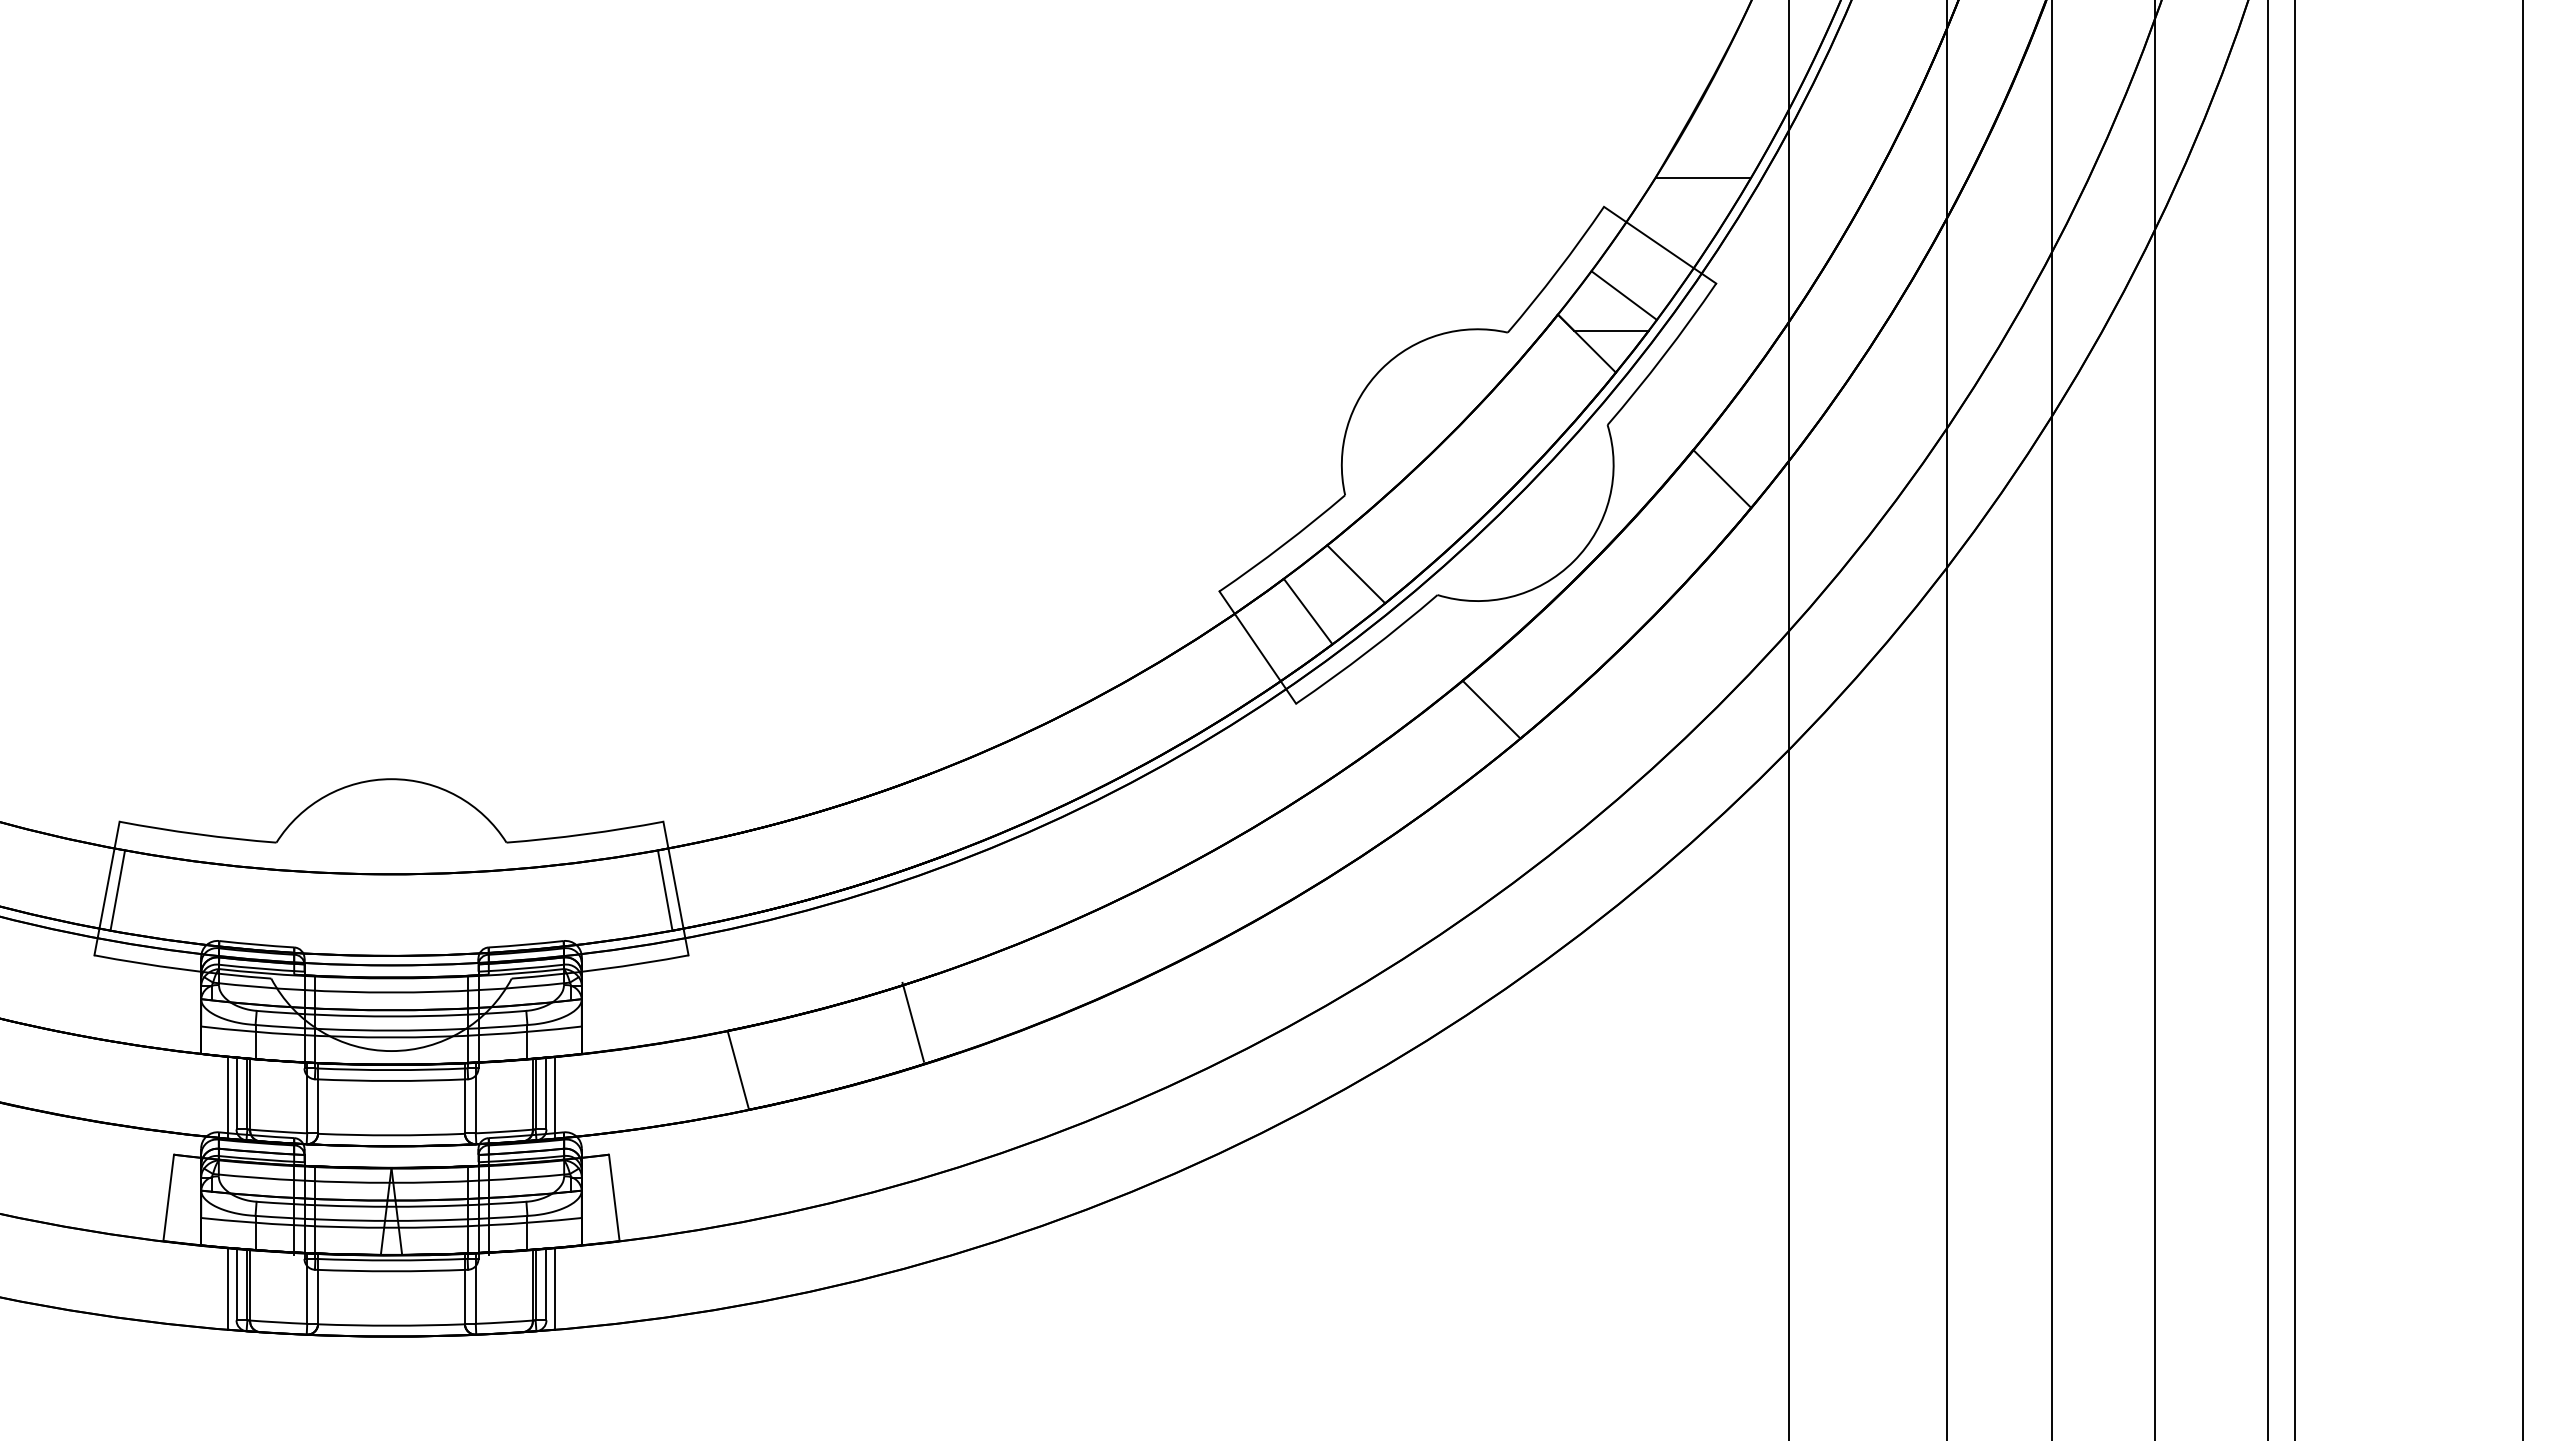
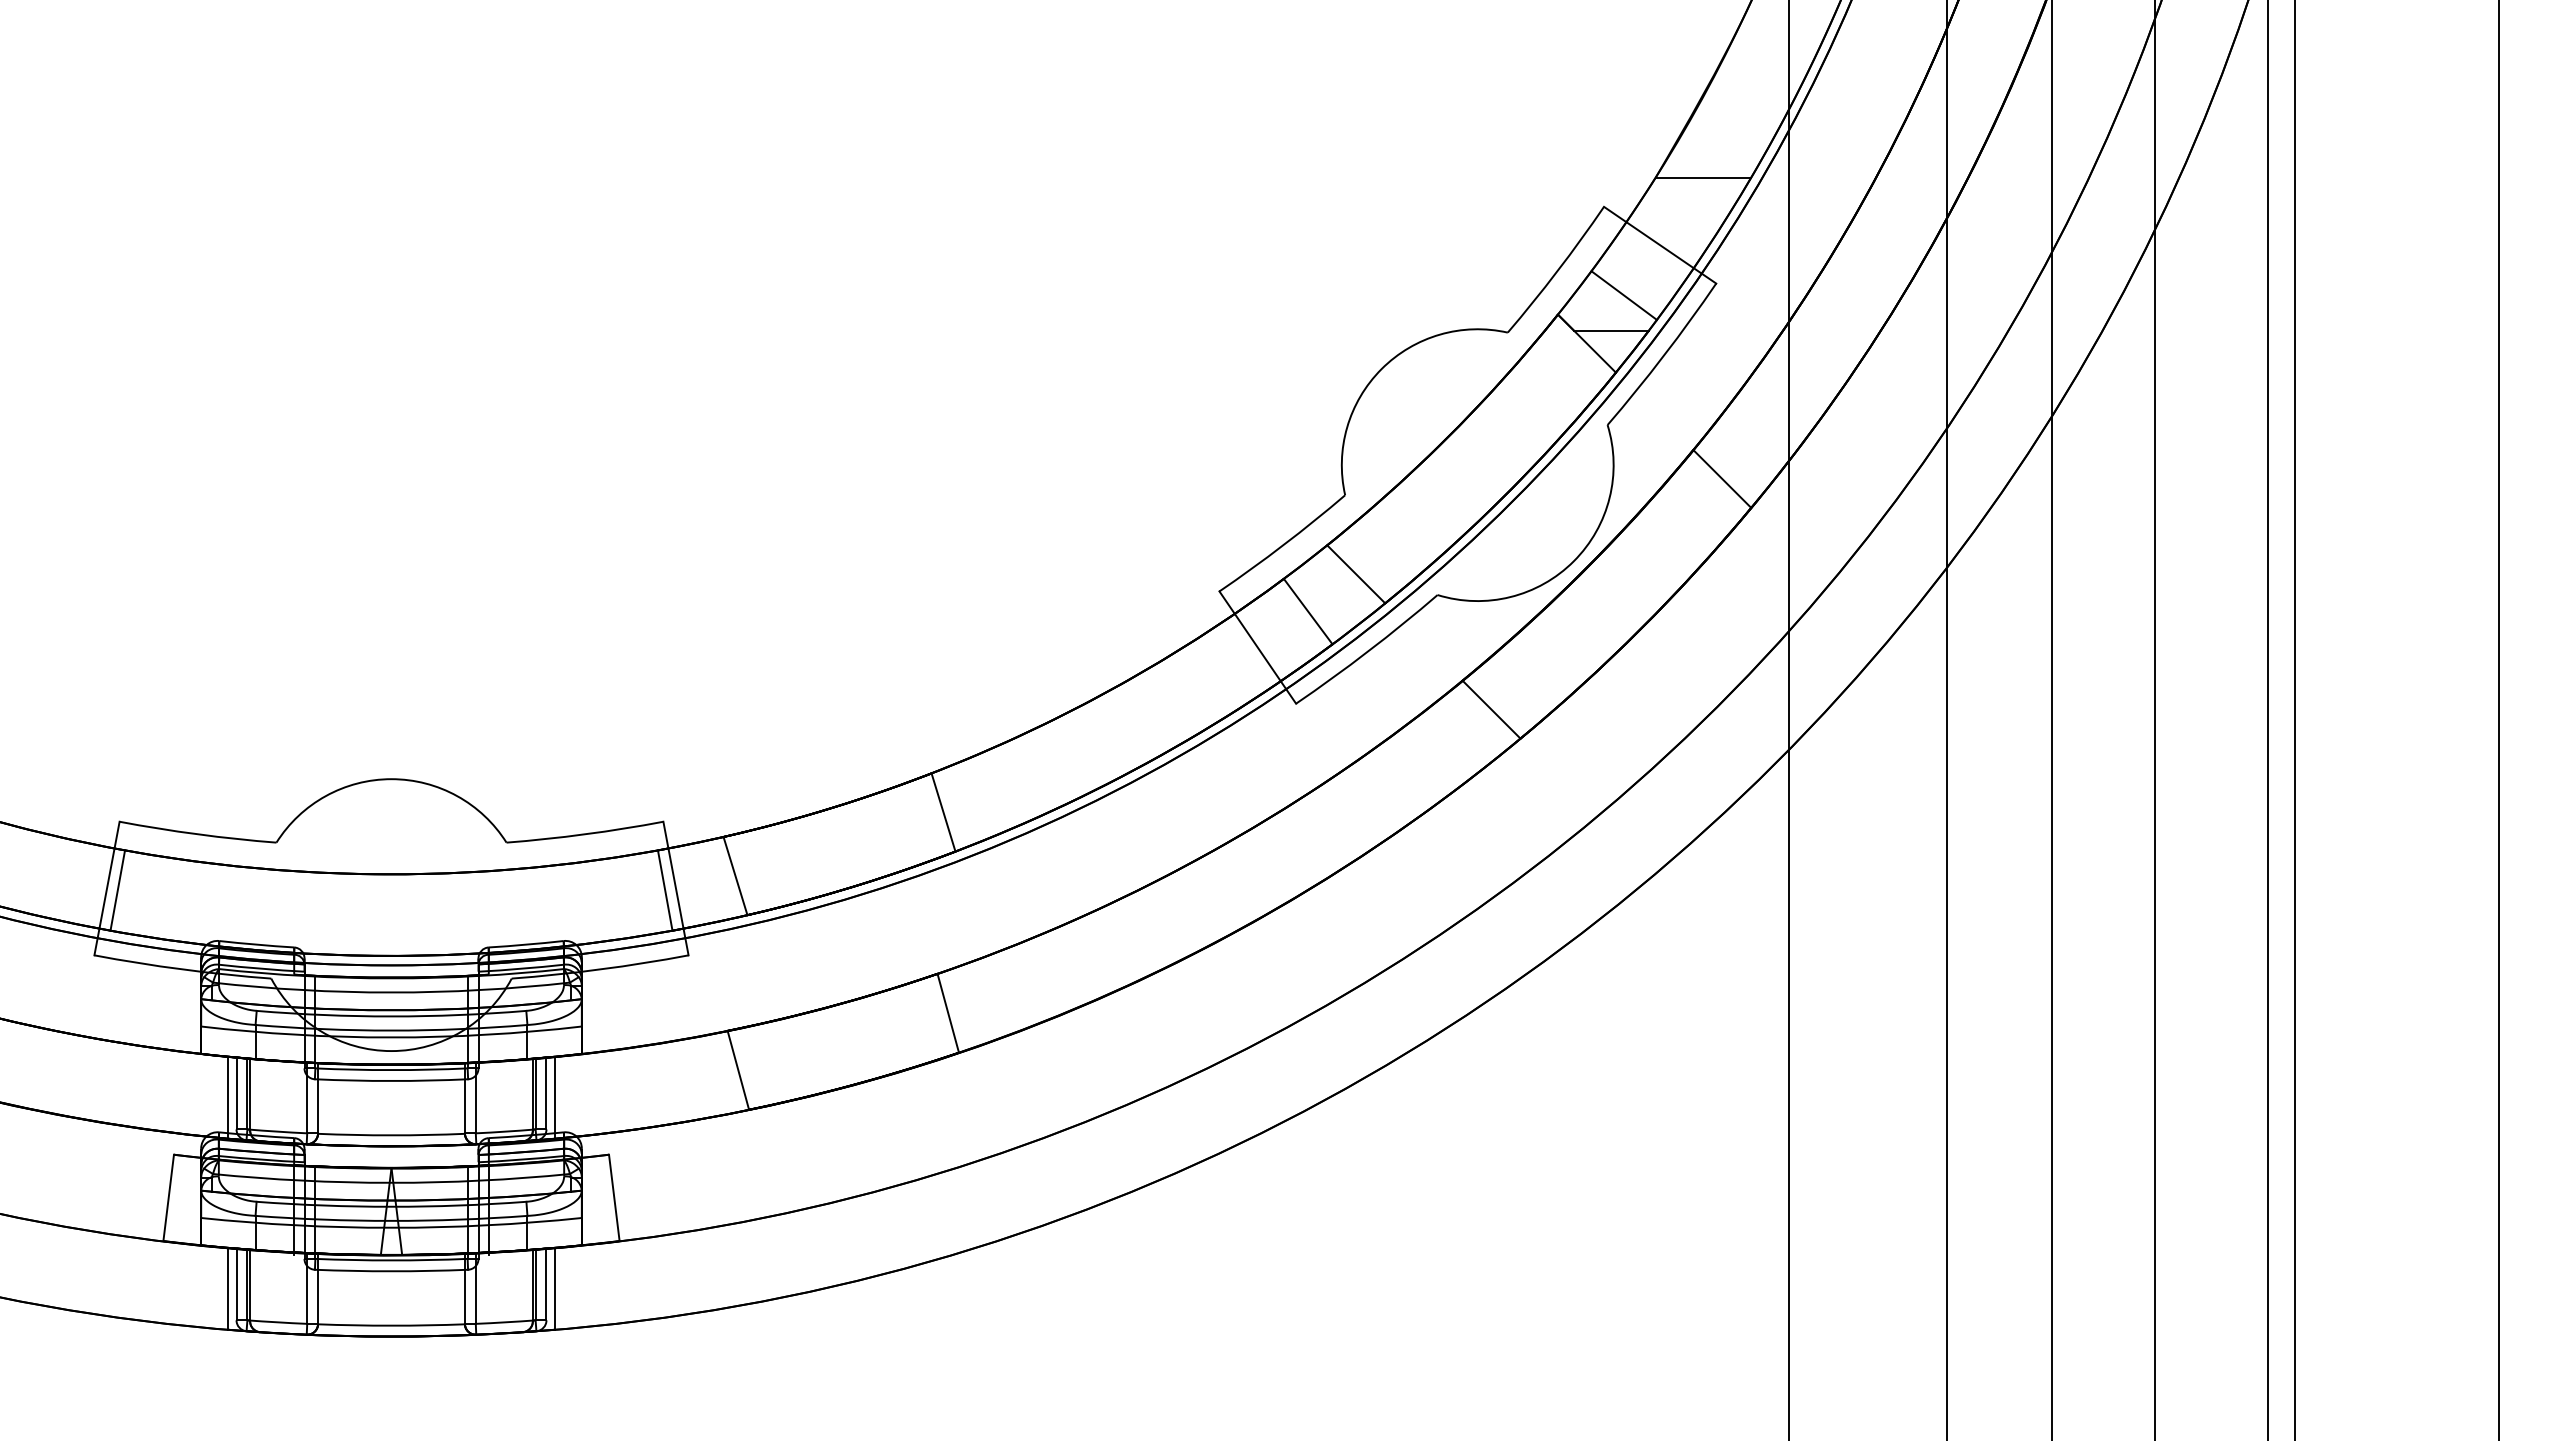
line at (2522, 719) position: (2522, 719) -> (2498, 719)
line at (943, 812): none -> present
line at (735, 876): none -> present
line at (912, 1021) position: (912, 1021) -> (947, 1012)
